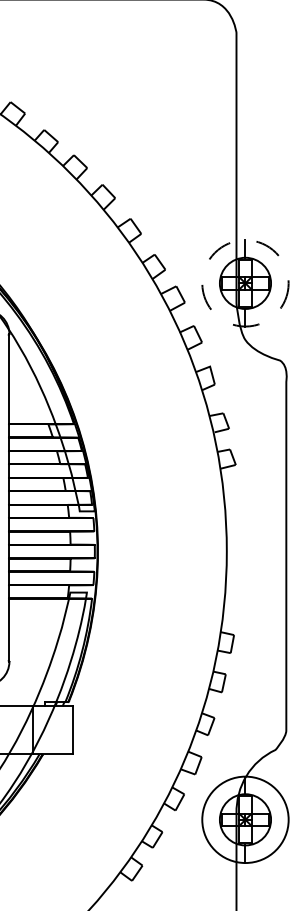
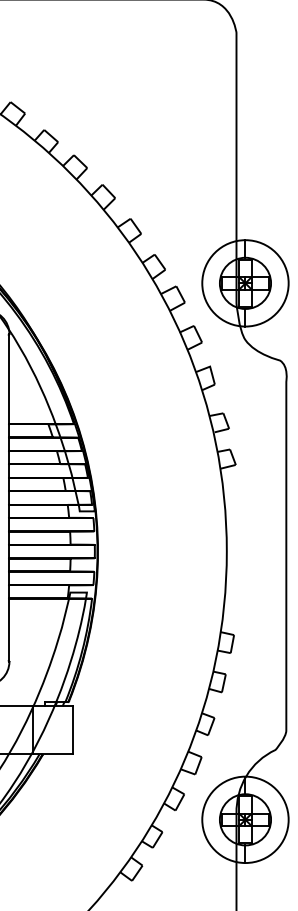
circle at (245, 283): dashed -> solid
